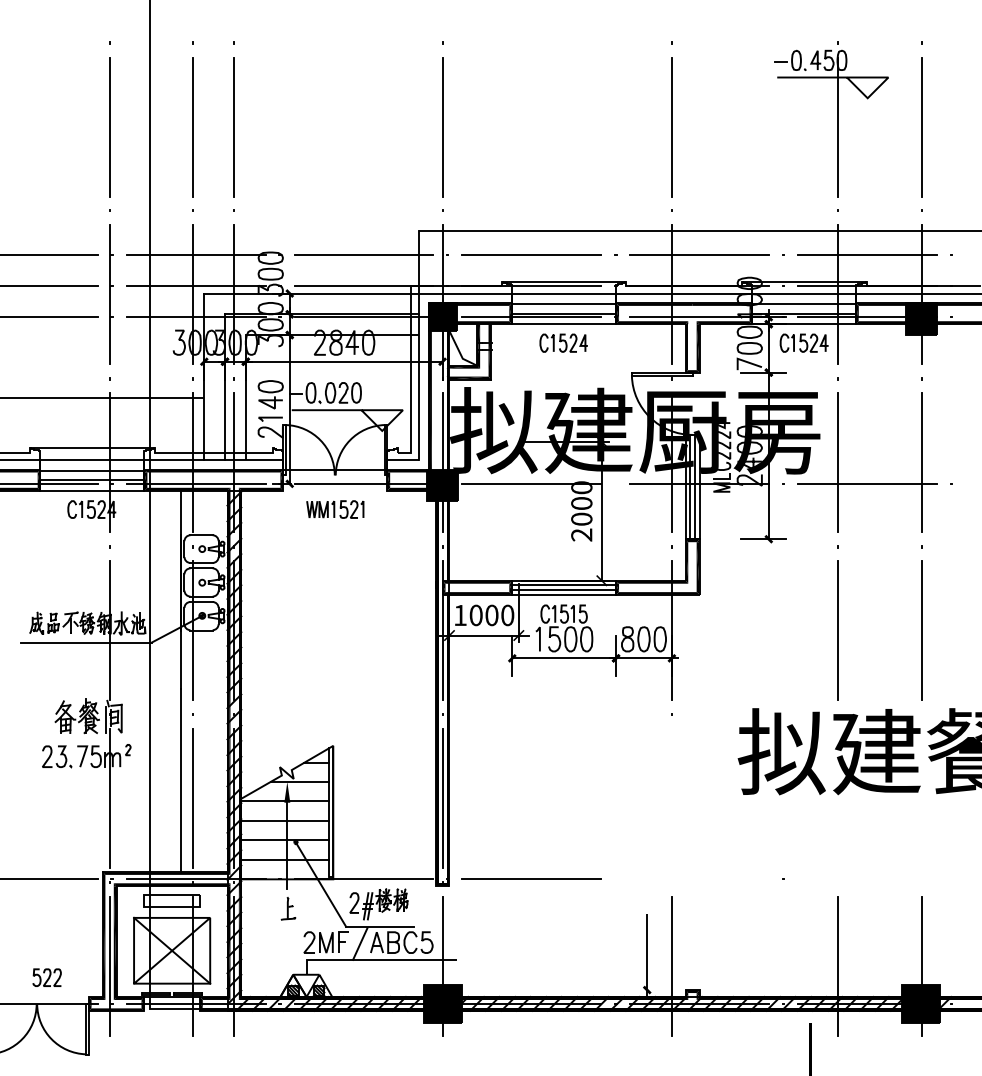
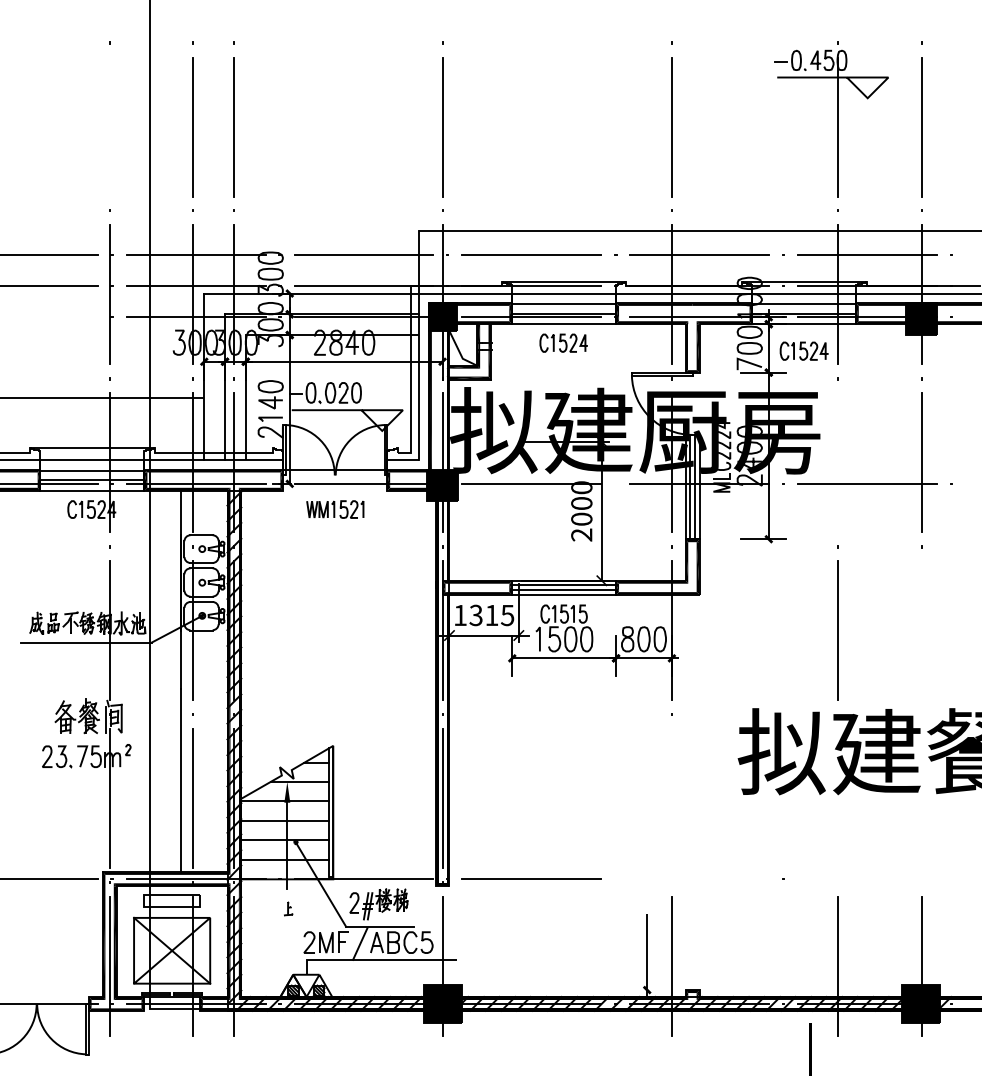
line at (109, 126): present -> none
line at (49, 317): present -> none
part at (803, 342) position: (803, 342) -> (803, 350)
line at (838, 462): present -> none
text at (491, 615): 1000 -> 1315
line at (921, 630): present -> none
part at (288, 908) size: 17x24 px -> 10x16 px
part at (46, 977): present -> none
